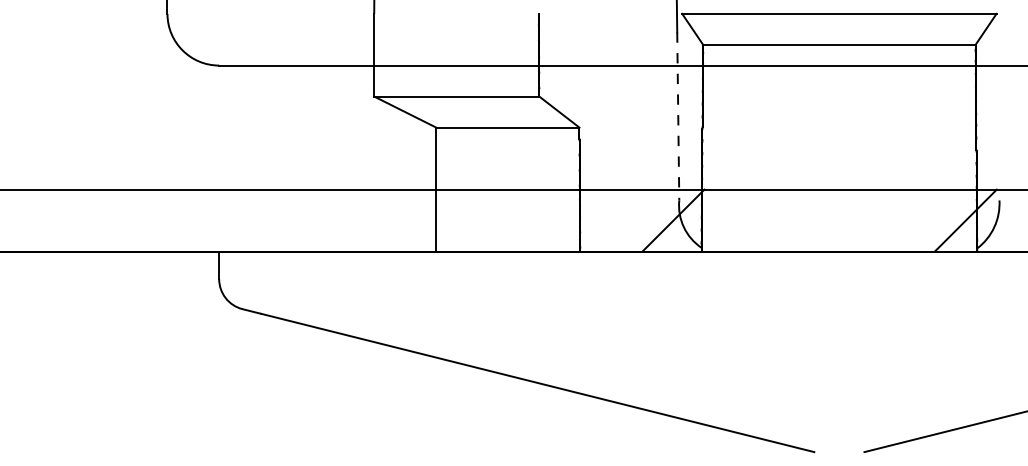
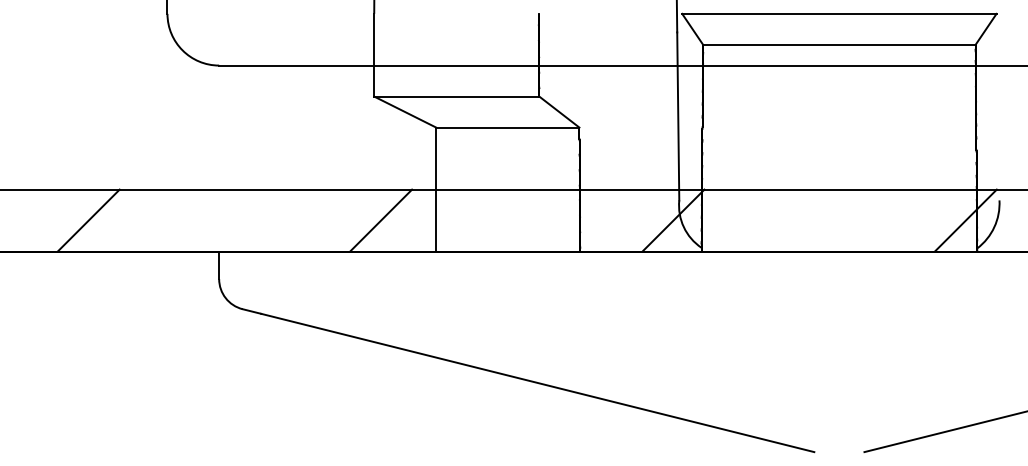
line at (678, 116): dashed -> solid
line at (88, 220): none -> present
line at (381, 220): none -> present
